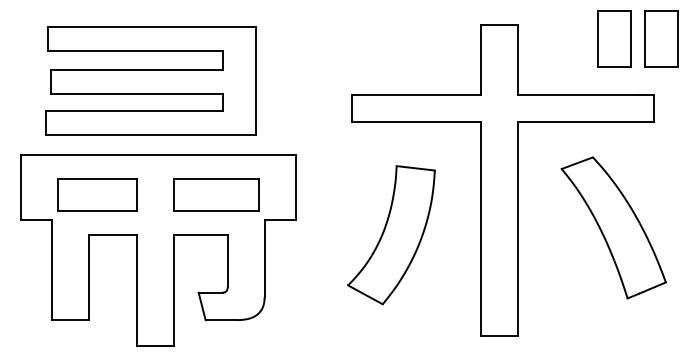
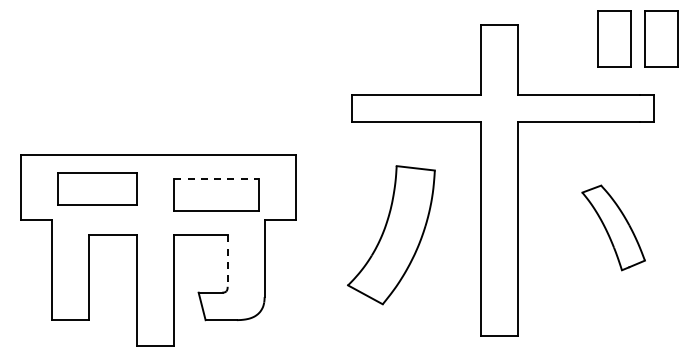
part at (150, 80): present -> none
line at (217, 178): solid -> dashed
part at (97, 194) position: (97, 194) -> (97, 188)
part at (613, 227) size: 107x144 px -> 65x88 px
line at (227, 261): solid -> dashed
